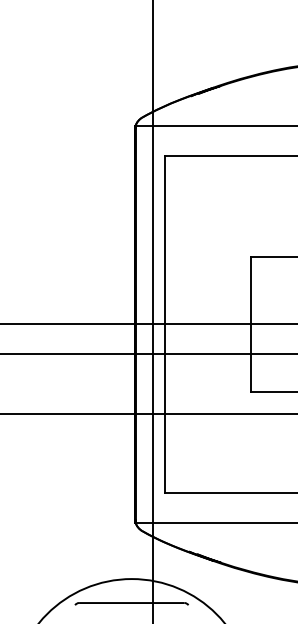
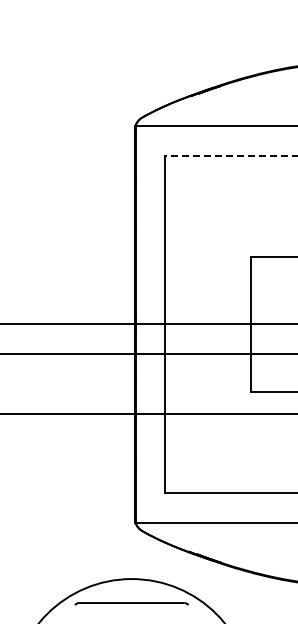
line at (230, 155): solid -> dashed
line at (153, 311): present -> none
